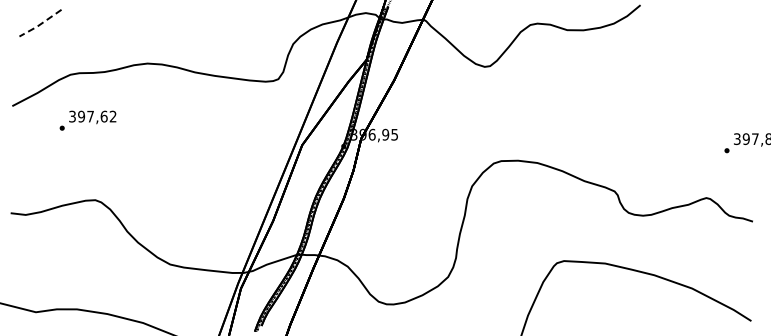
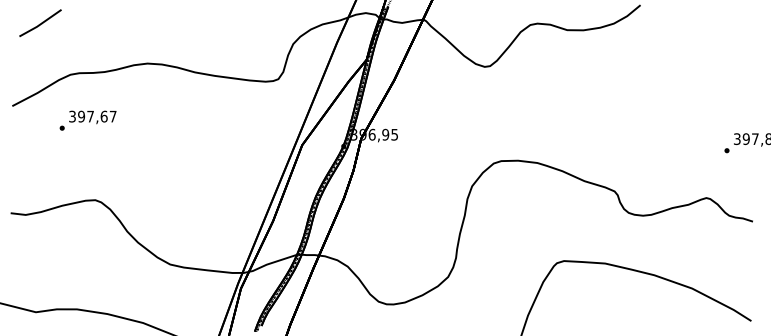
line at (40, 24): dashed -> solid
text at (112, 116): 397,62 -> 397,67
